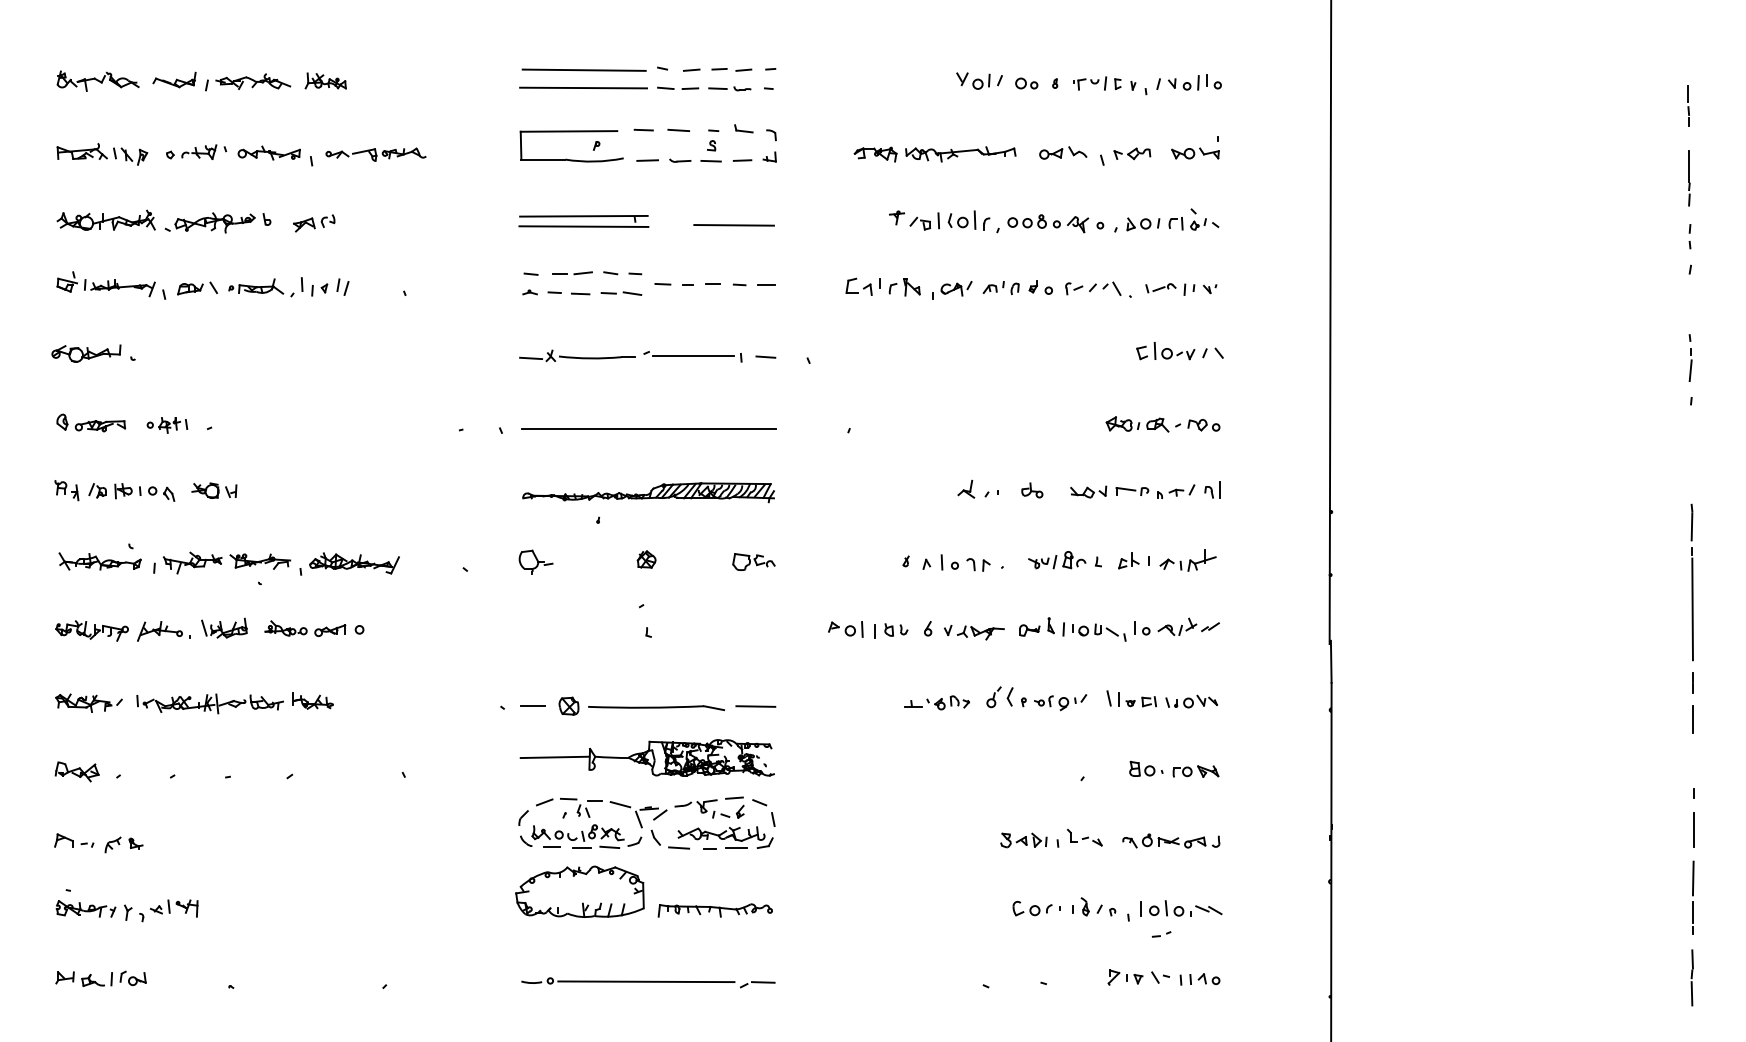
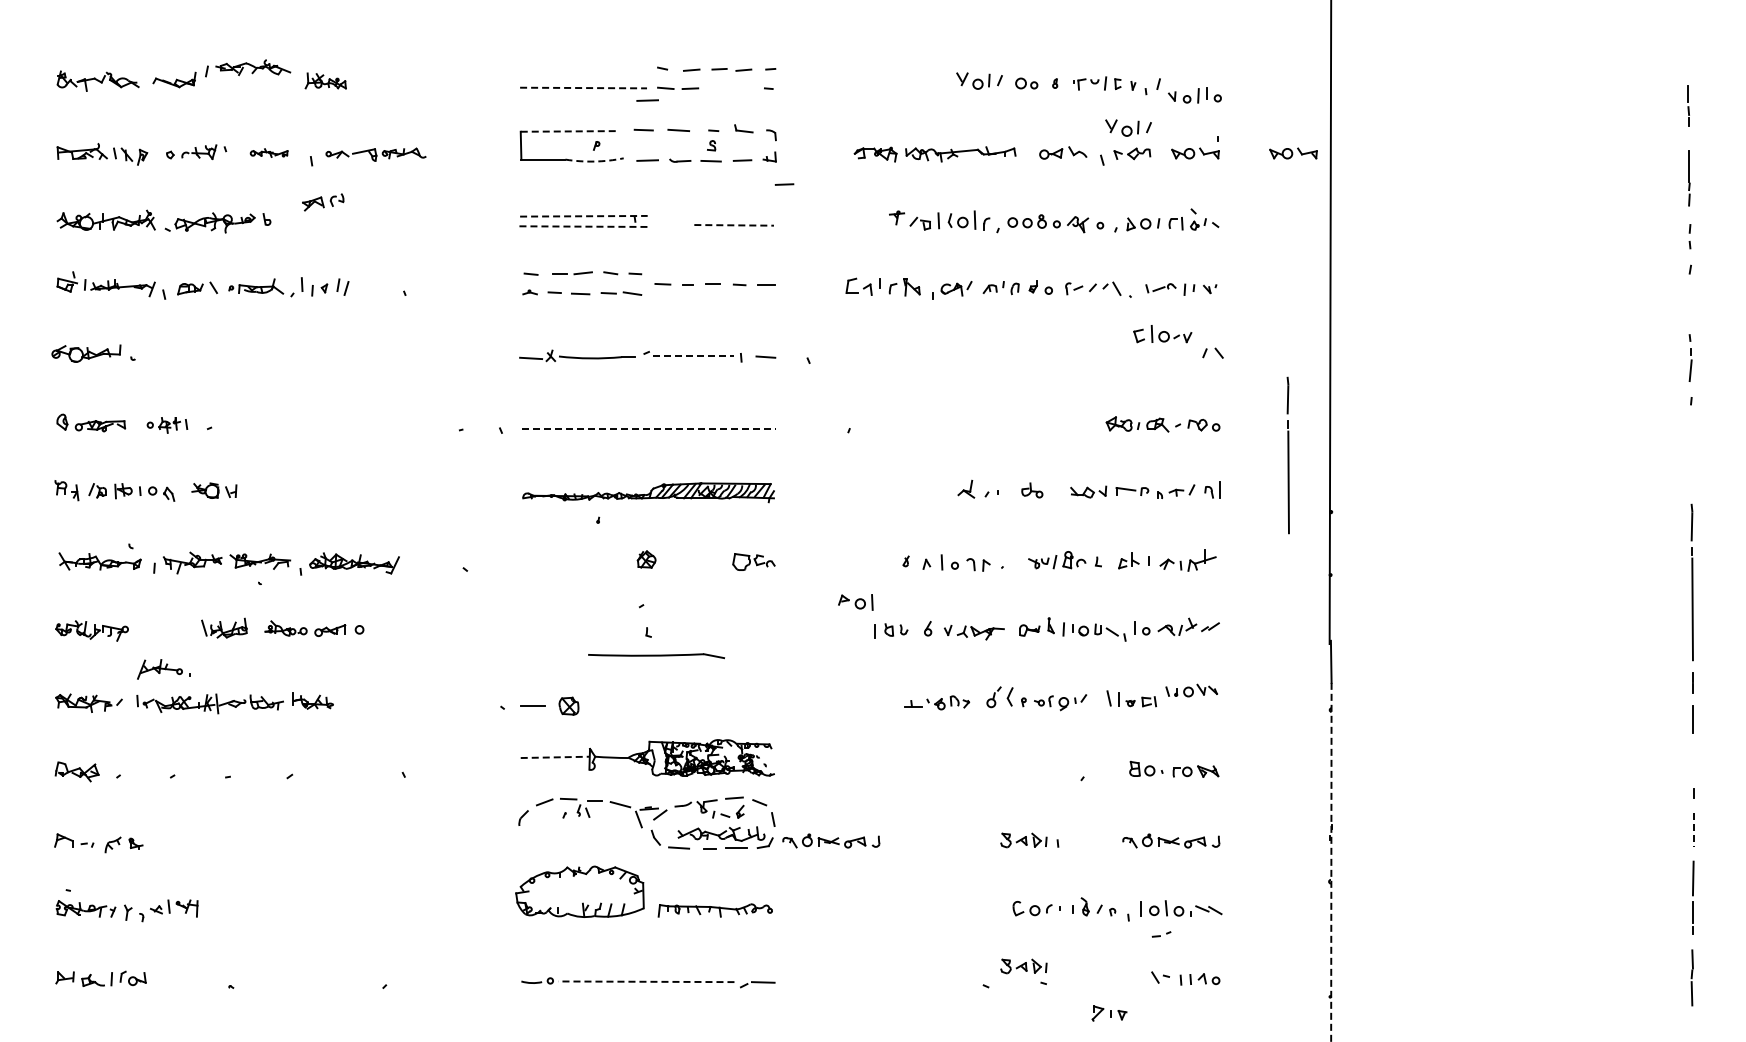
line at (583, 69): present -> none
part at (248, 82) position: (248, 82) -> (248, 68)
part at (1194, 82) position: (1194, 82) -> (1194, 95)
line at (584, 88): solid -> dashed
part at (729, 88): present -> none
line at (647, 100): none -> present
part at (1128, 127): none -> present
line at (569, 131): solid -> dashed
part at (268, 152) size: 64x16 px -> 40x10 px
part at (1293, 153): none -> present
arc at (594, 161): solid -> dashed
line at (784, 184): none -> present
line at (583, 216): solid -> dashed
part at (314, 223) position: (314, 223) -> (323, 202)
line at (734, 225): solid -> dashed
line at (584, 226): solid -> dashed
part at (1165, 351) position: (1165, 351) -> (1162, 334)
line at (693, 356): solid -> dashed
line at (648, 429): solid -> dashed
line at (1287, 455): none -> present
part at (535, 561): present -> none
part at (845, 629) position: (845, 629) -> (855, 602)
part at (163, 631) position: (163, 631) -> (163, 669)
part at (1191, 701) position: (1191, 701) -> (1191, 690)
line at (755, 706): present -> none
part at (656, 708) position: (656, 708) -> (656, 656)
line at (555, 757): solid -> dashed
line at (1693, 829): solid -> dashed
part at (581, 836): present -> none
part at (1084, 837): present -> none
part at (831, 840): none -> present
line at (1331, 861): solid -> dashed
part at (1023, 966): none -> present
part at (1125, 977) position: (1125, 977) -> (1109, 1013)
line at (645, 981): solid -> dashed
